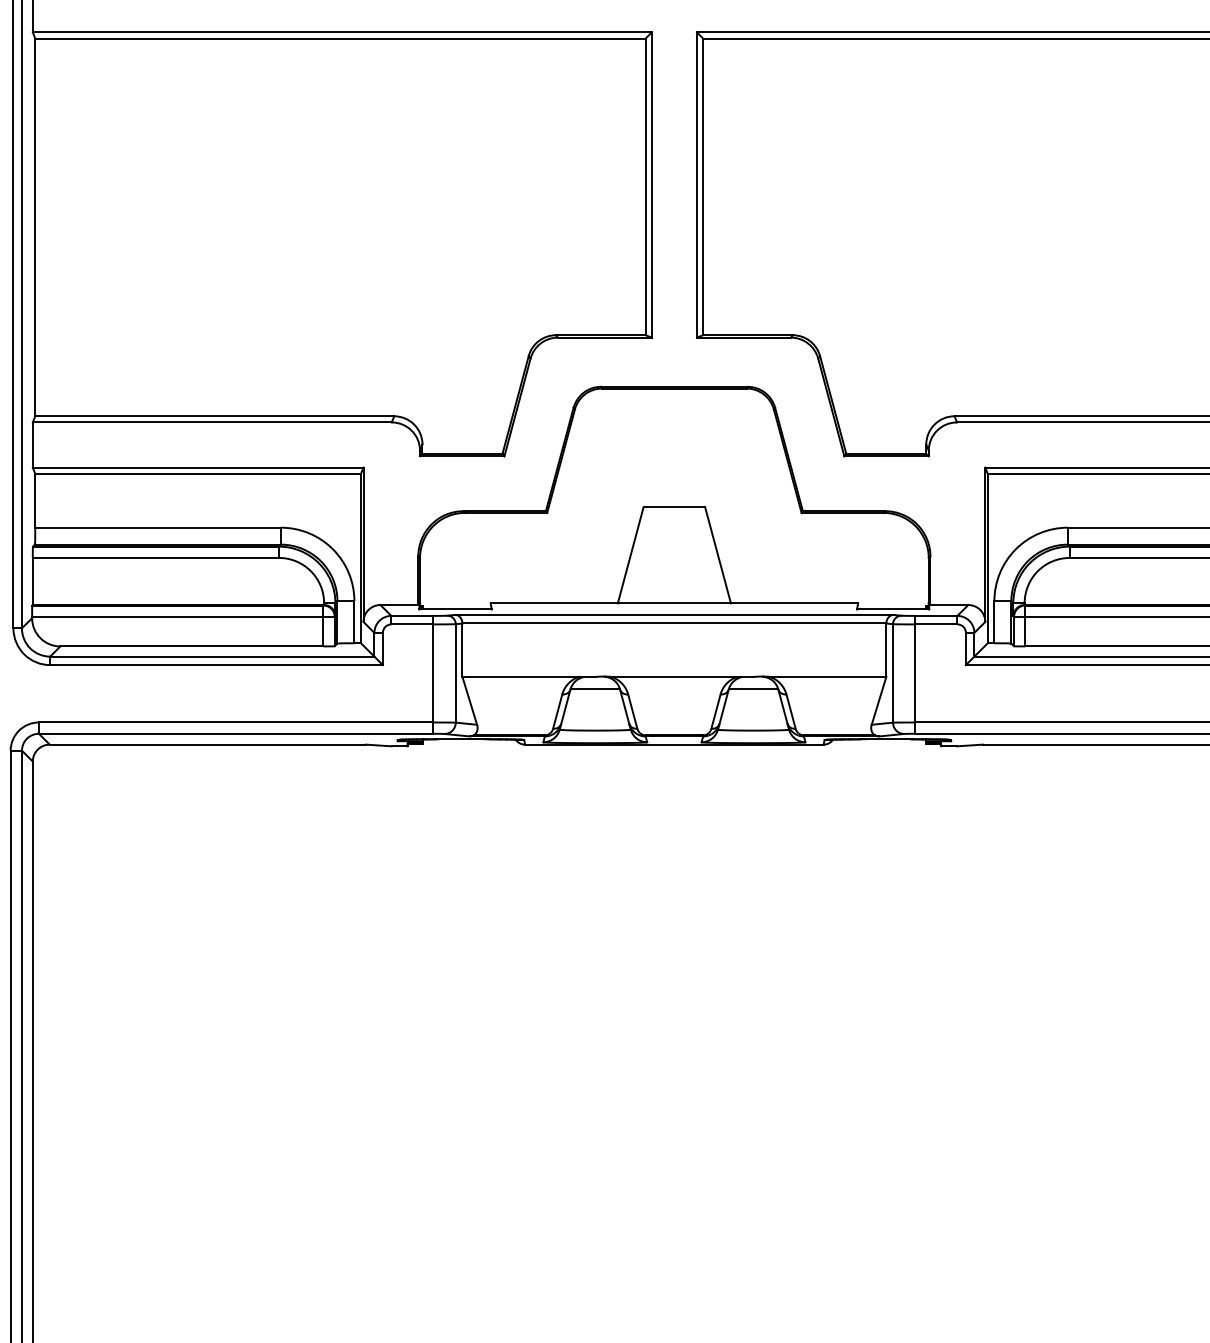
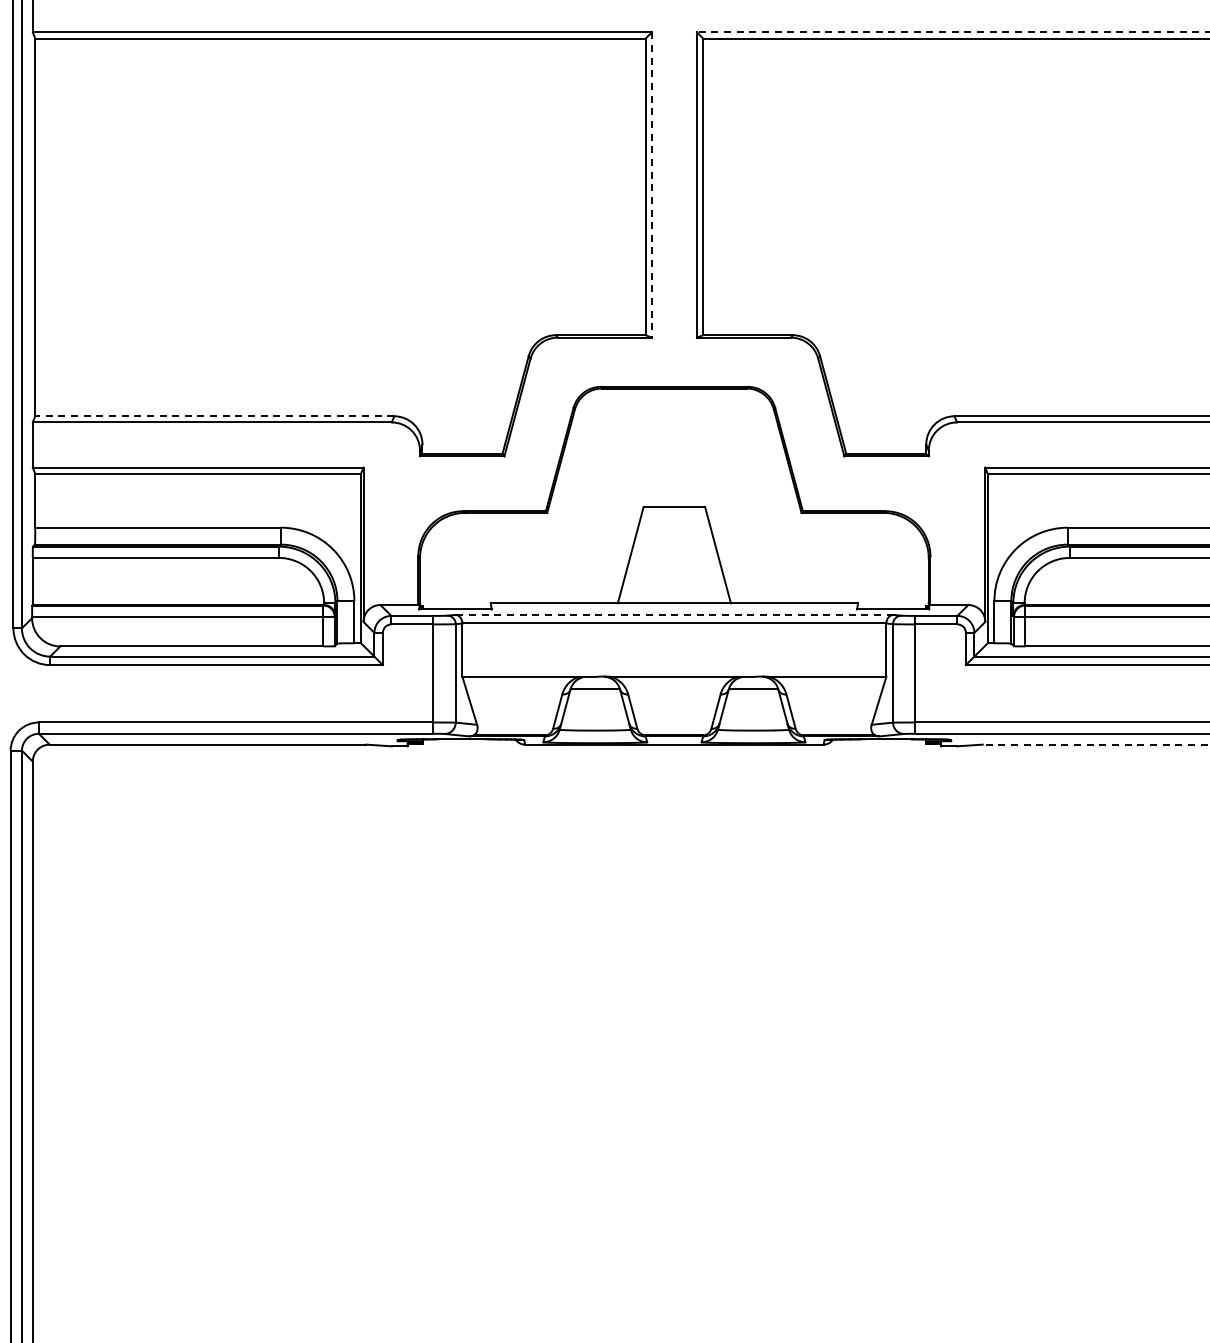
line at (952, 32): solid -> dashed
line at (651, 185): solid -> dashed
line at (214, 416): solid -> dashed
line at (673, 614): solid -> dashed
line at (1095, 744): solid -> dashed
